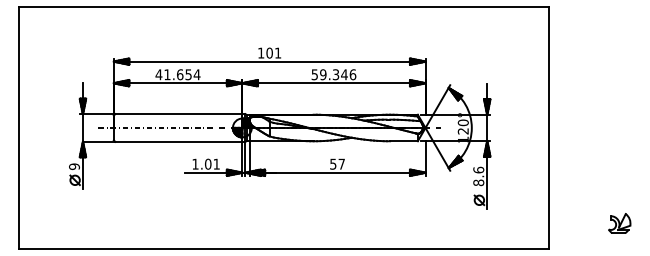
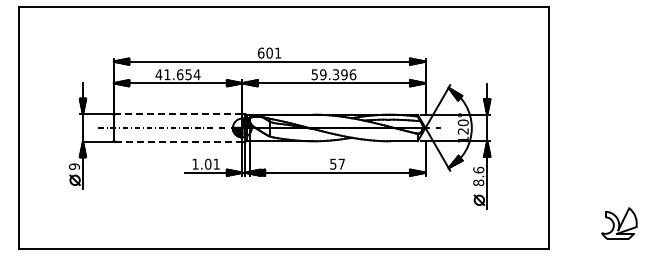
text at (261, 52): 101 -> 601
text at (344, 74): 59.346 -> 59.396
line at (178, 114): solid -> dashed
line at (179, 141): solid -> dashed
part at (619, 223) size: 24x21 px -> 37x33 px
